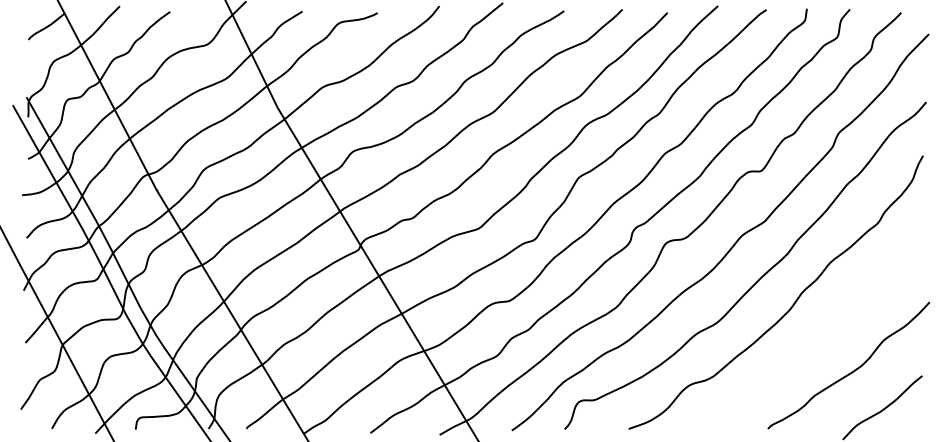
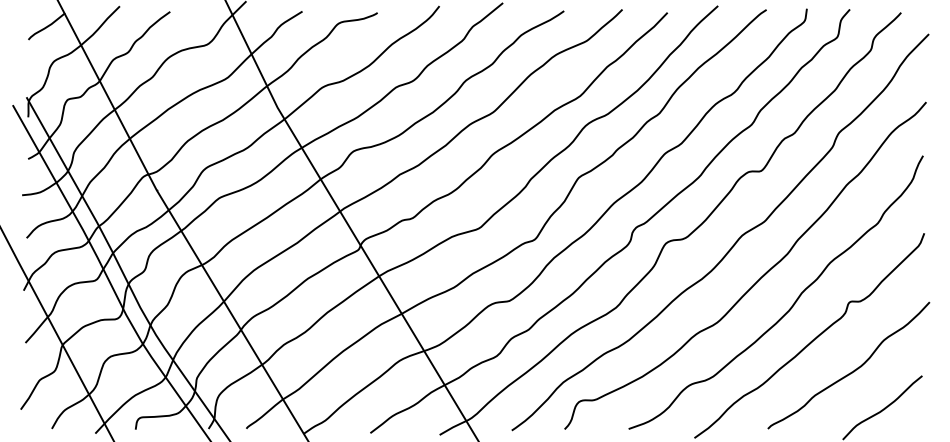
curve at (812, 339): none -> present
